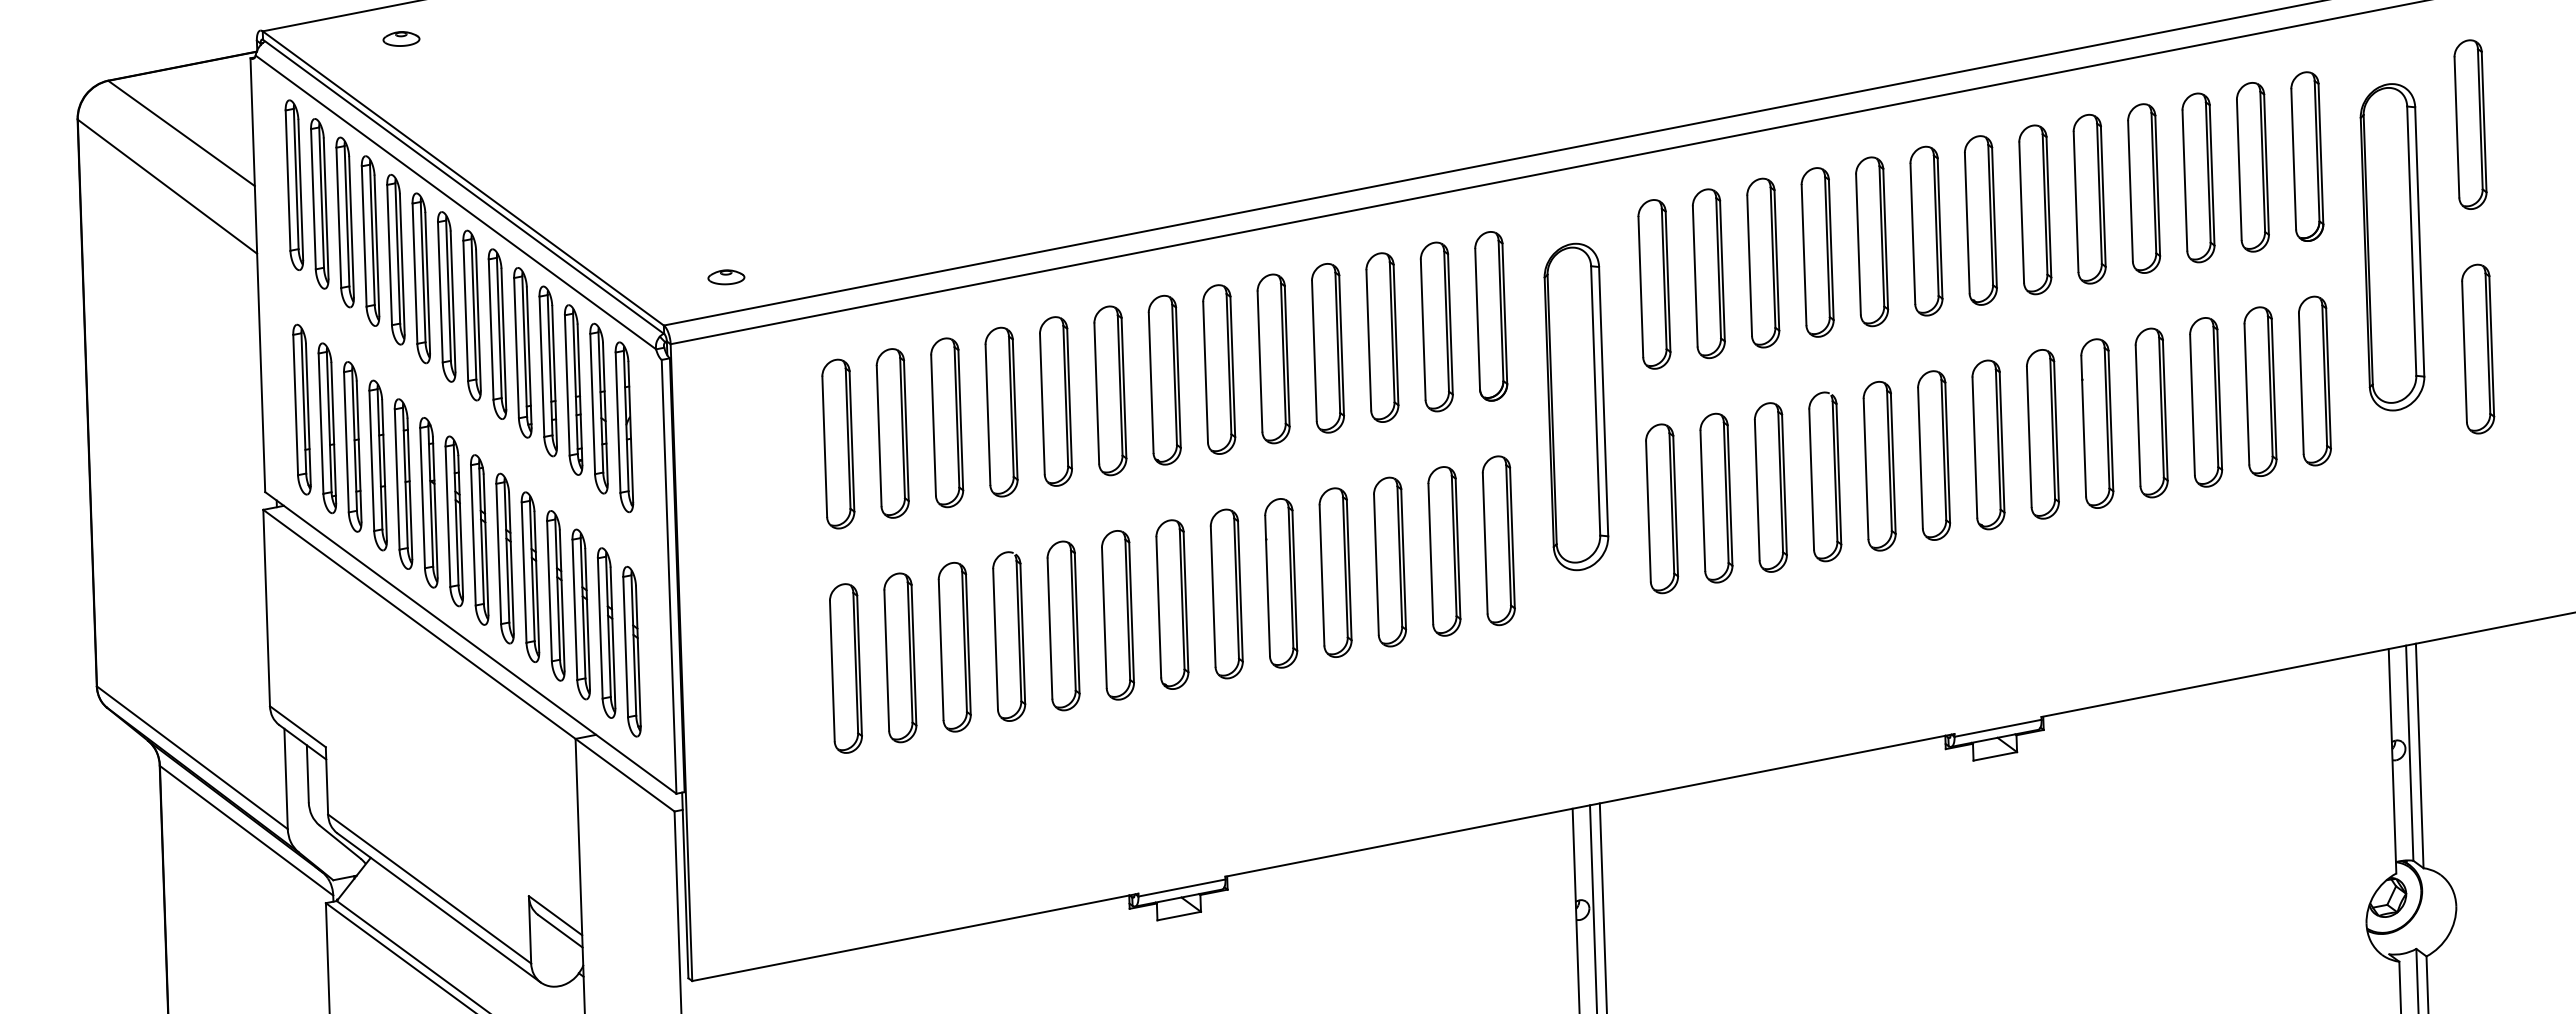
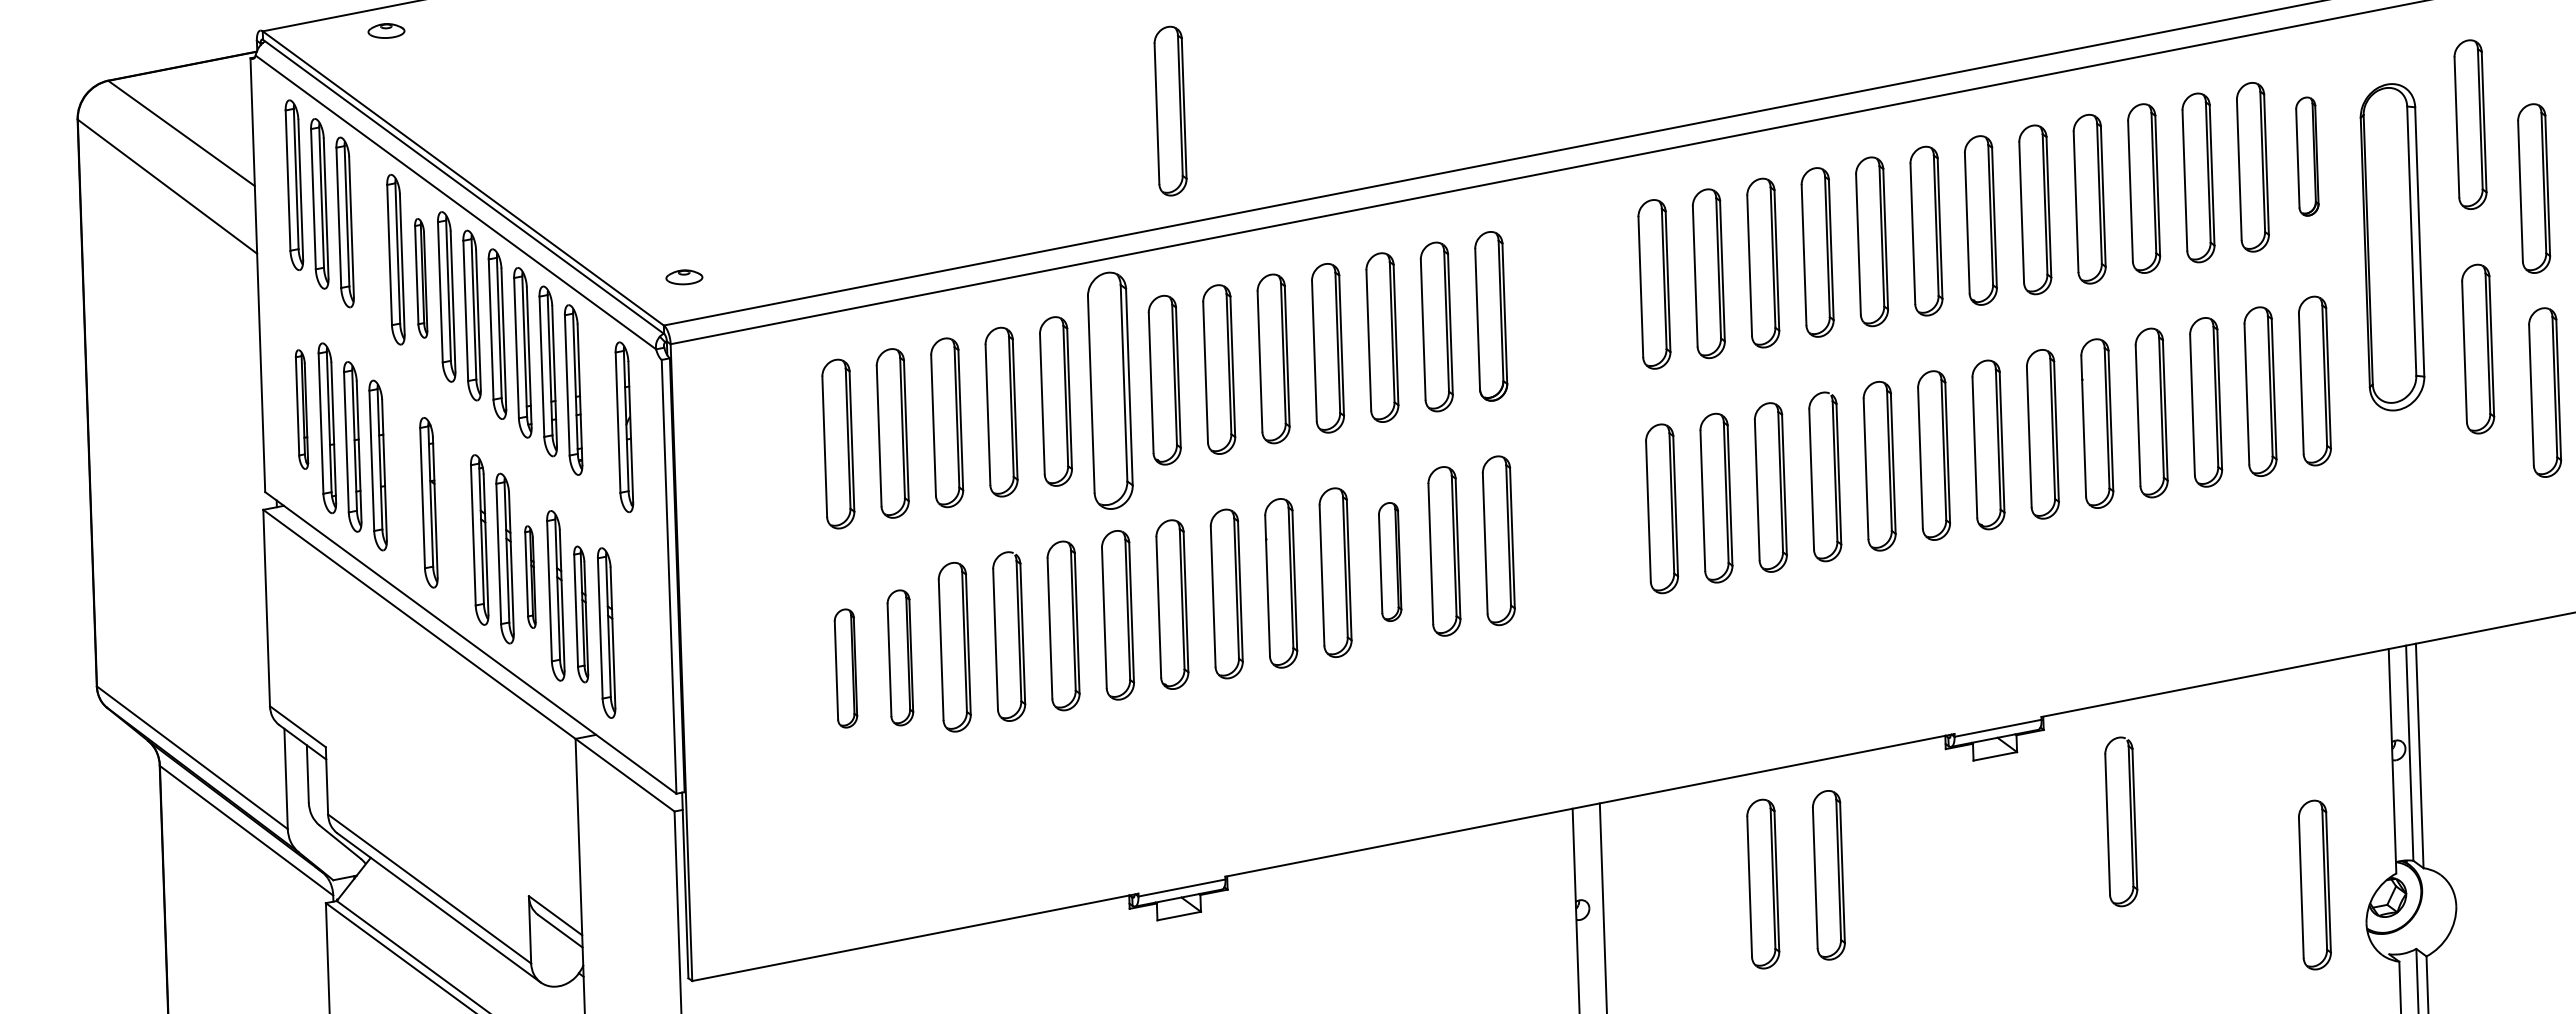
part at (401, 38) position: (401, 38) -> (386, 30)
part at (1170, 110): none -> present
part at (2307, 156) size: 35x171 px -> 25x121 px
part at (2534, 188): none -> present
part at (370, 240): present -> none
part at (726, 277) position: (726, 277) -> (684, 277)
part at (420, 278) size: 20x173 px -> 15x121 px
part at (1110, 390) size: 35x172 px -> 47x239 px
part at (2545, 392): none -> present
part at (1576, 406): present -> none
part at (598, 408): present -> none
part at (301, 409) size: 20x173 px -> 16x121 px
part at (403, 483): present -> none
part at (453, 521): present -> none
part at (1390, 561) size: 35x172 px -> 25x120 px
part at (530, 576) size: 21x172 px -> 13x104 px
part at (580, 614) size: 20x173 px -> 17x139 px
part at (631, 651): present -> none
part at (900, 657) size: 35x172 px -> 29x138 px
part at (845, 668) size: 34x171 px -> 26x121 px
part at (2121, 821): none -> present
part at (1828, 875): none -> present
part at (1763, 883): none -> present
part at (2314, 884): none -> present
line at (1593, 907): present -> none
